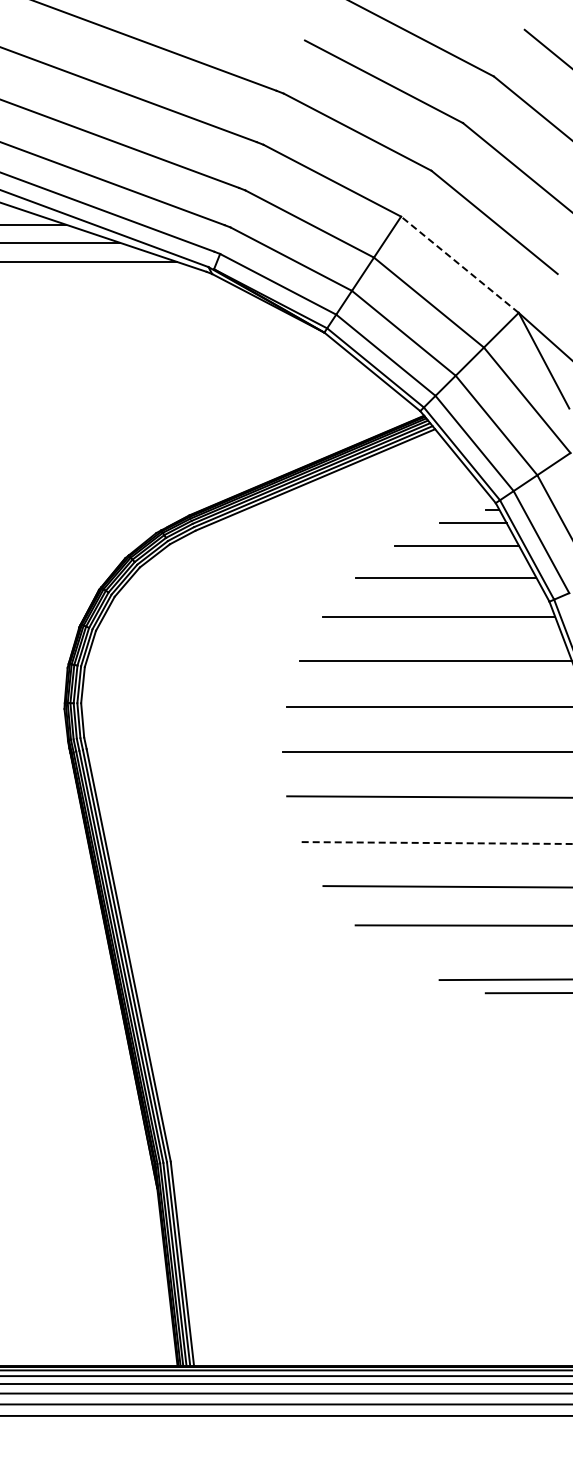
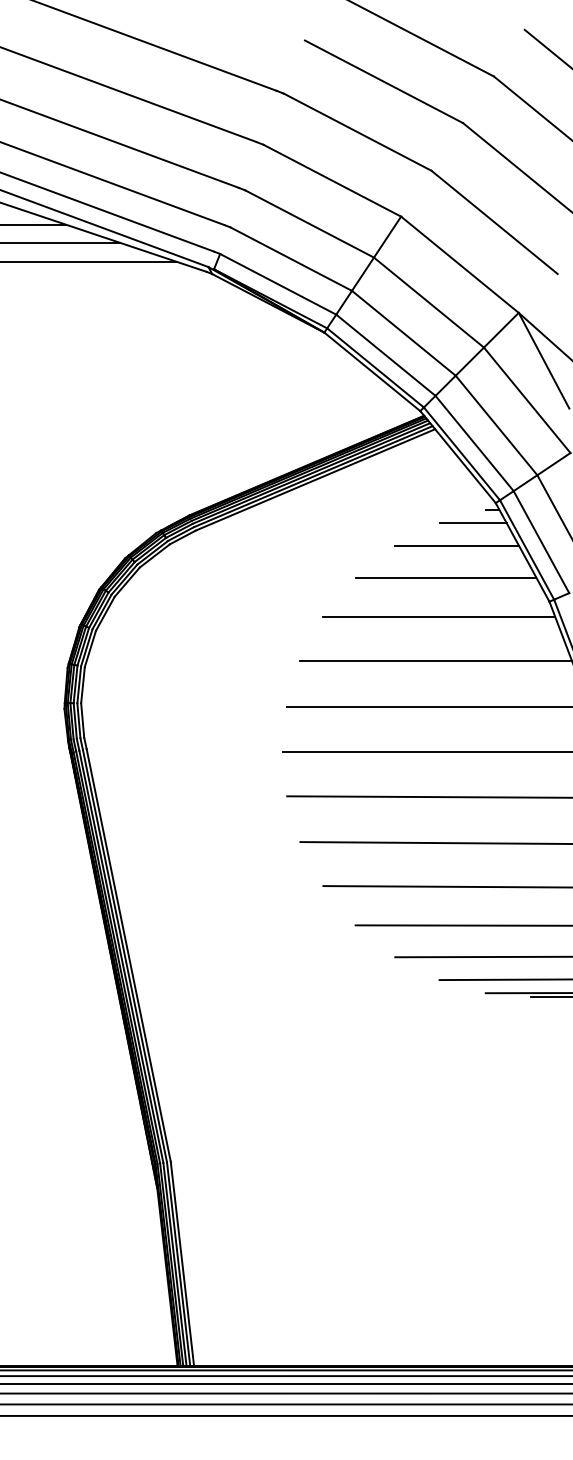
line at (459, 264): dashed -> solid
line at (436, 843): dashed -> solid
line at (482, 956): none -> present
line at (549, 997): none -> present
